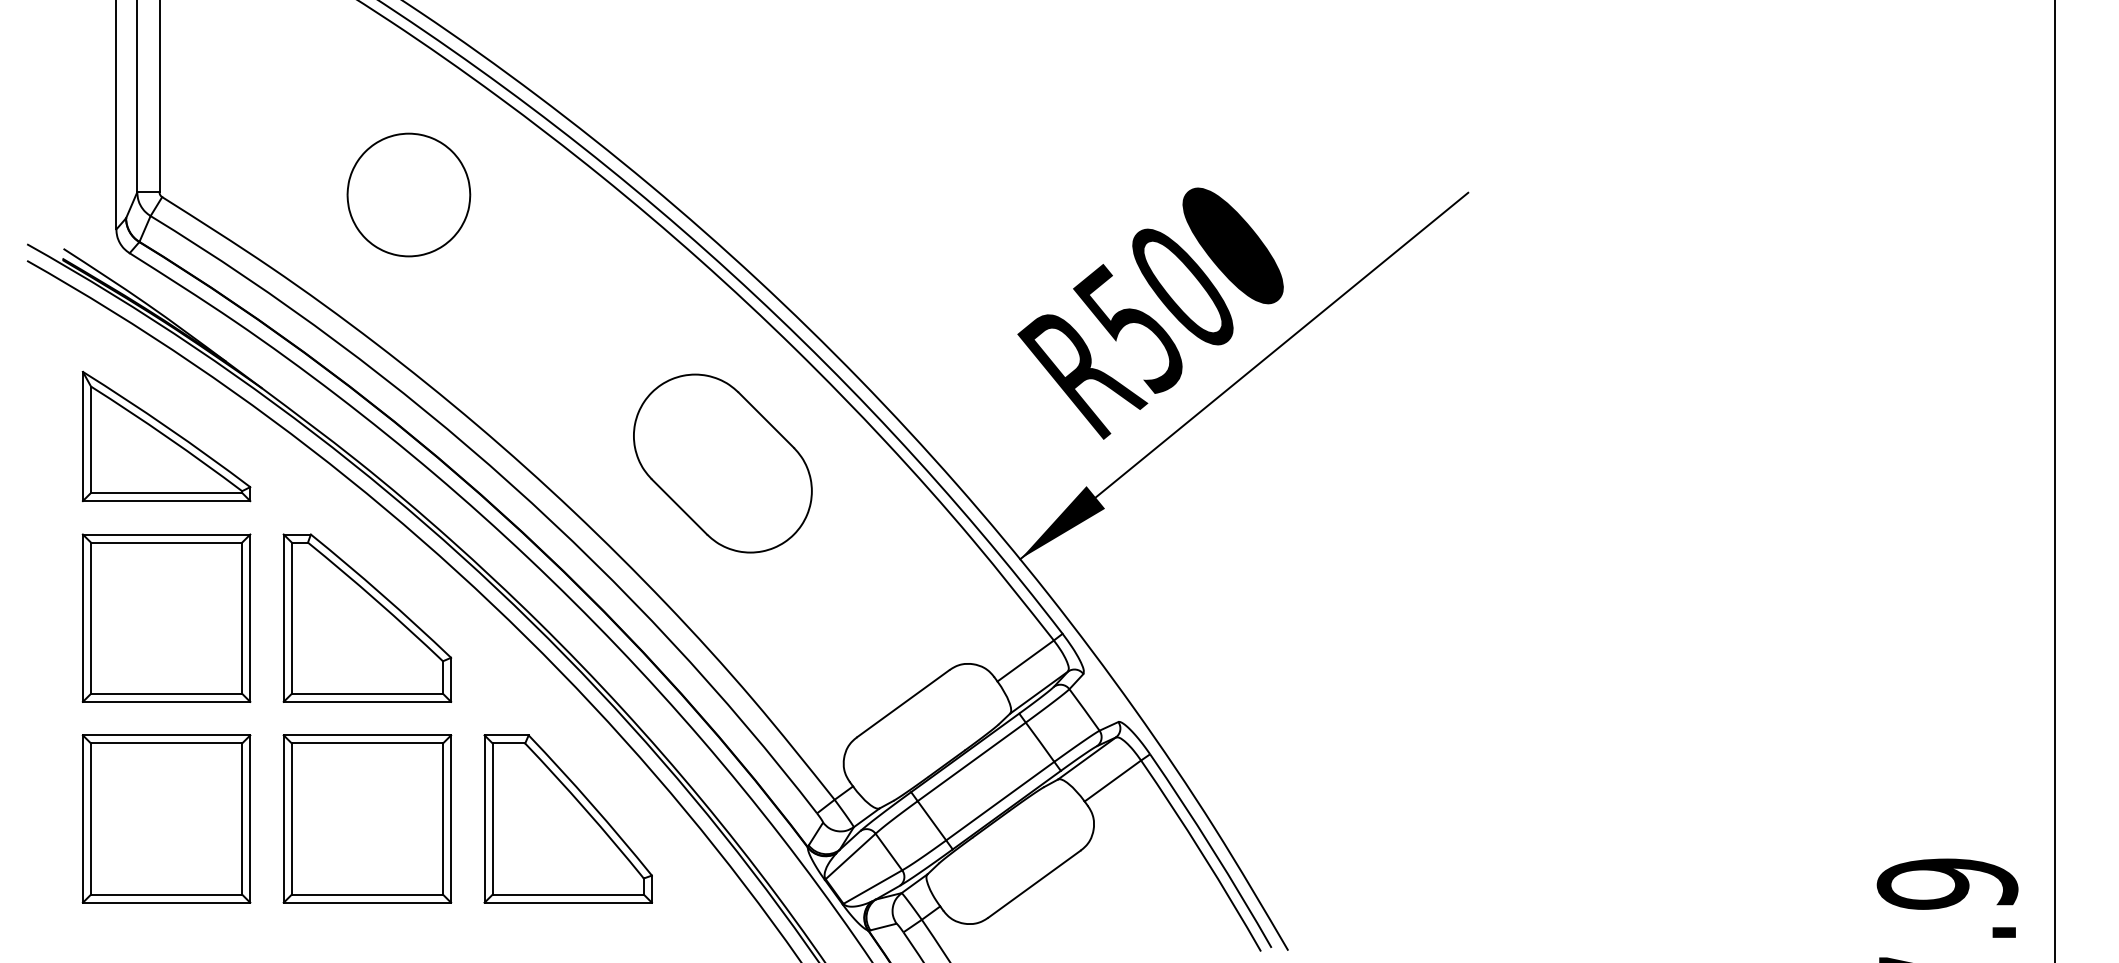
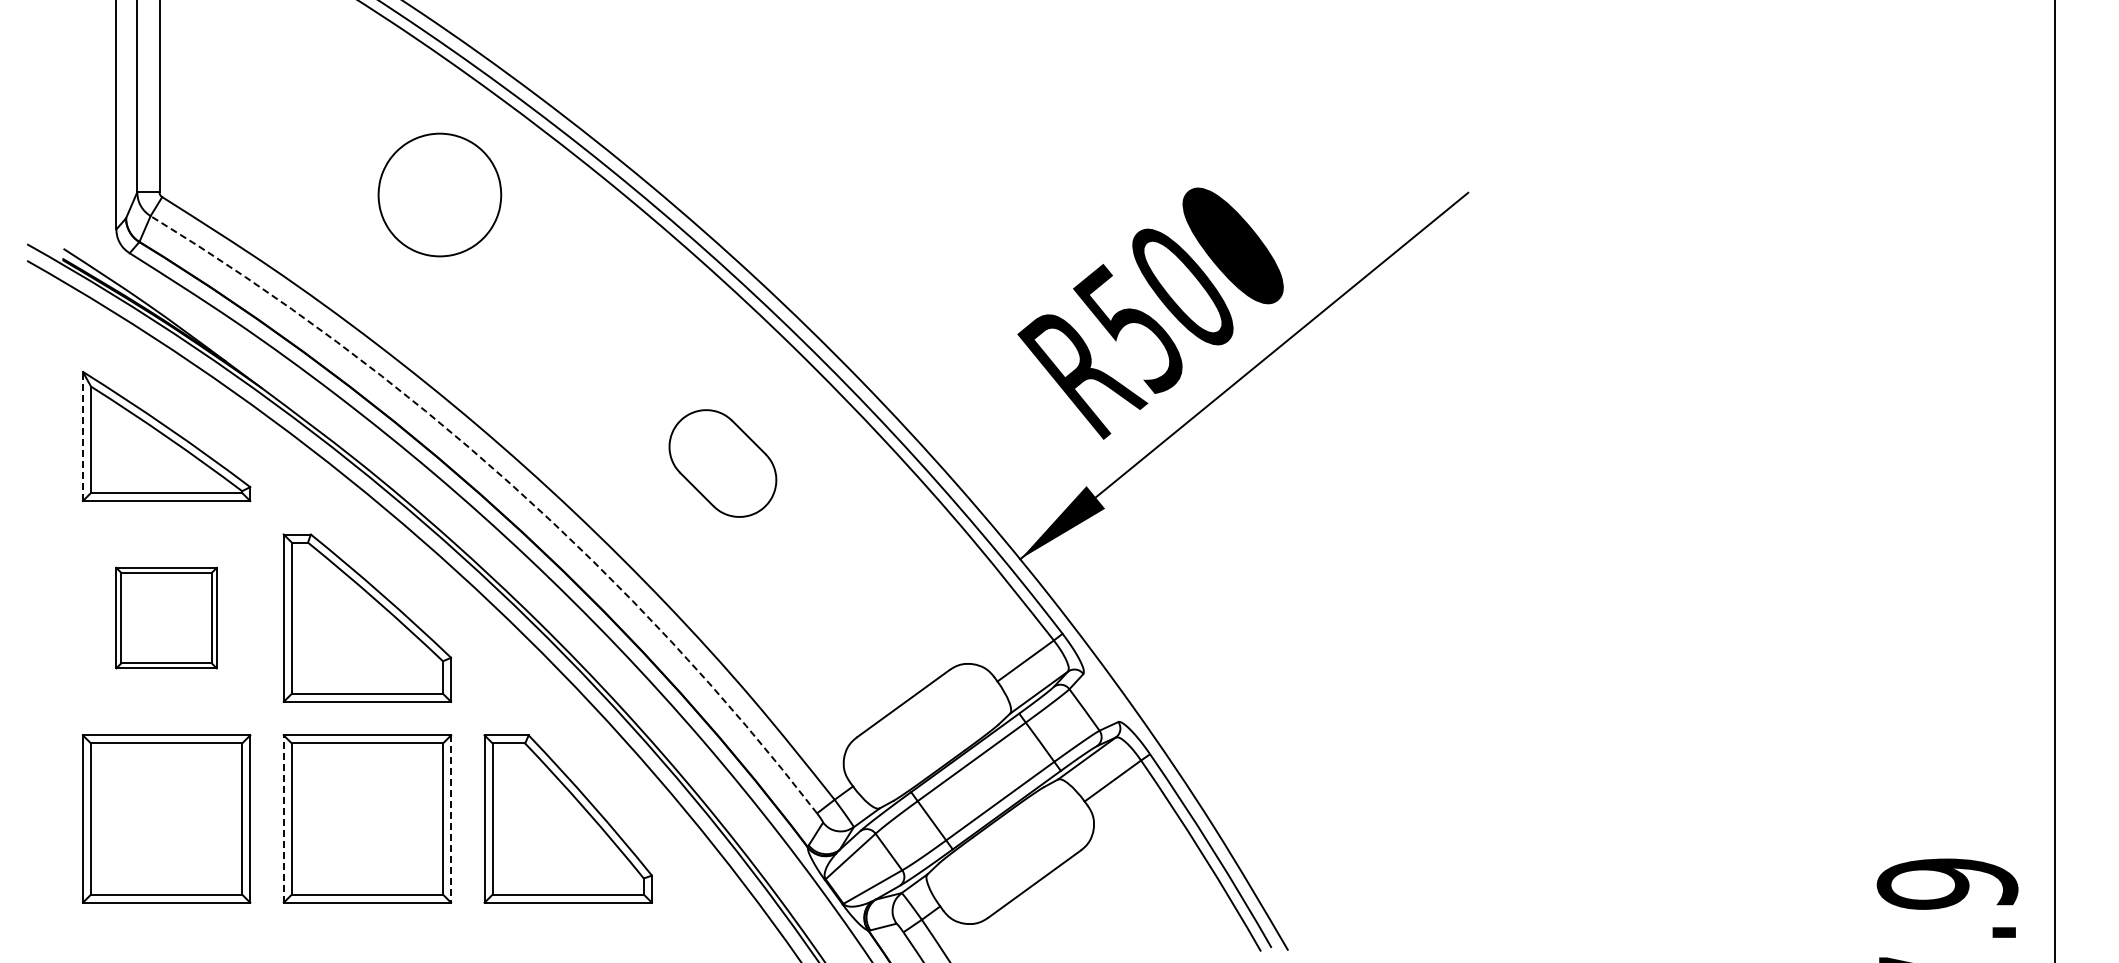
part at (408, 194) position: (408, 194) -> (439, 194)
line at (82, 436): solid -> dashed
part at (722, 463) size: 180x181 px -> 110x109 px
arc at (511, 484): solid -> dashed
part at (166, 617) size: 171x170 px -> 103x104 px
line at (283, 819): solid -> dashed
line at (451, 819): solid -> dashed
